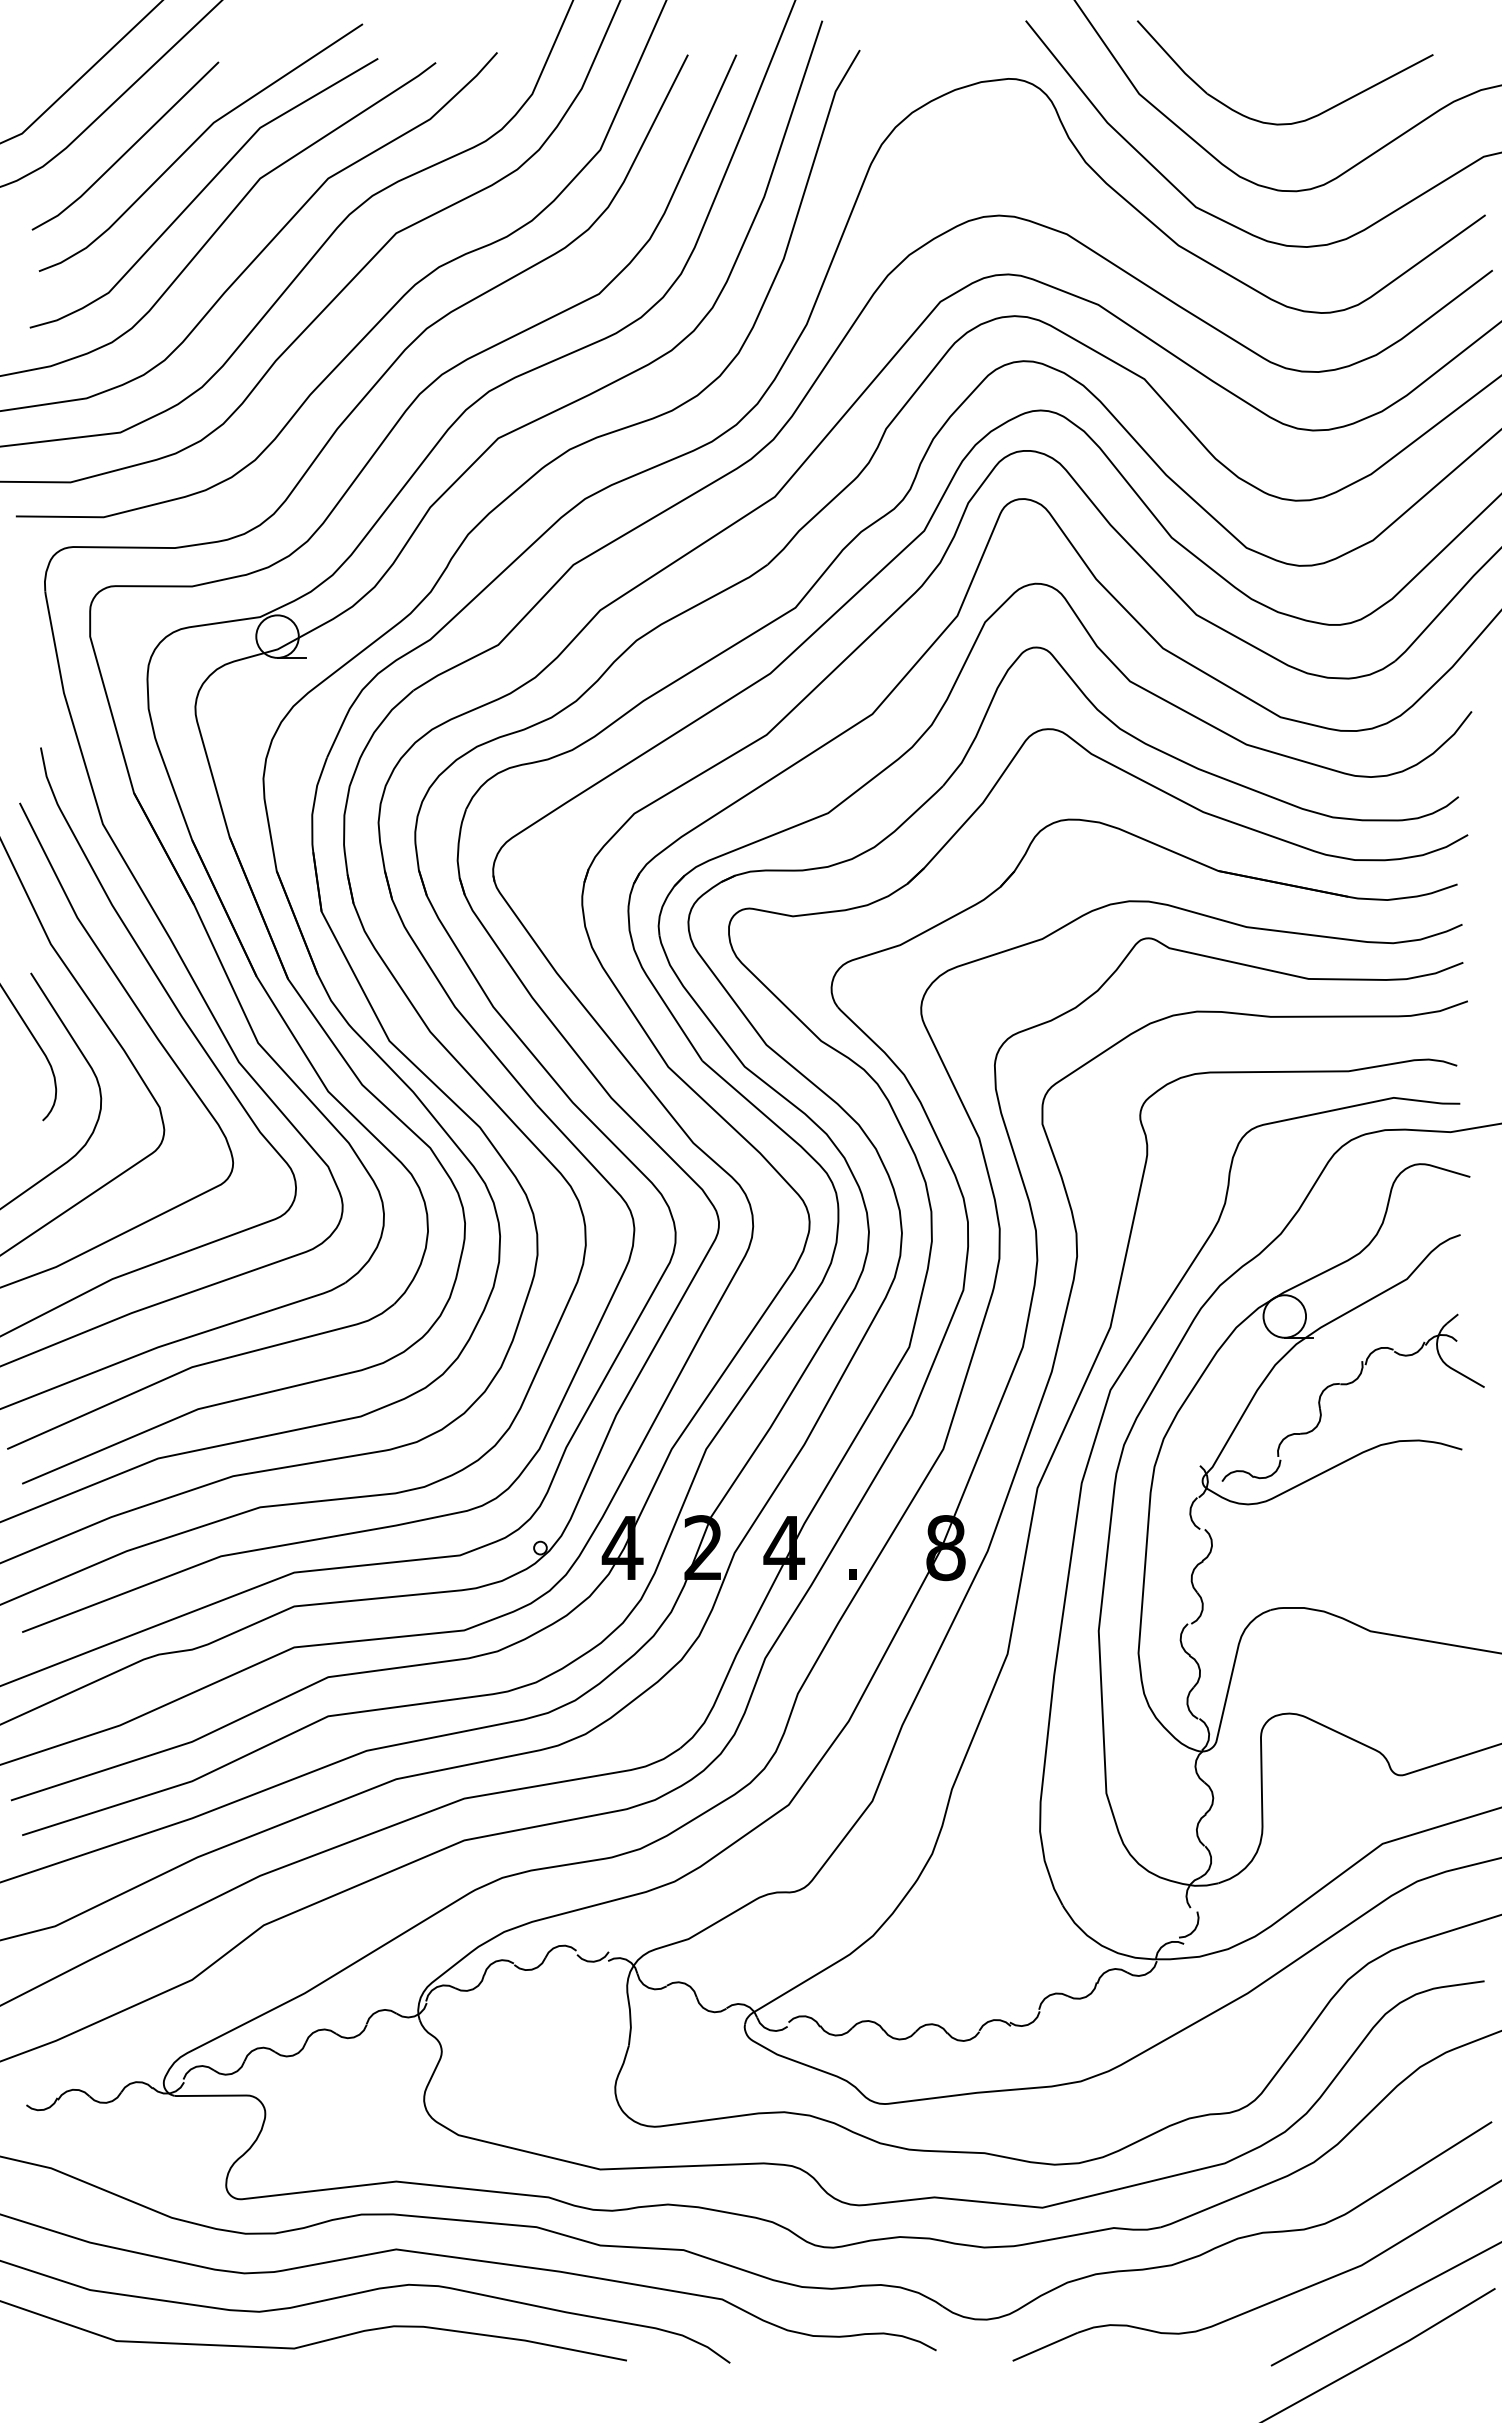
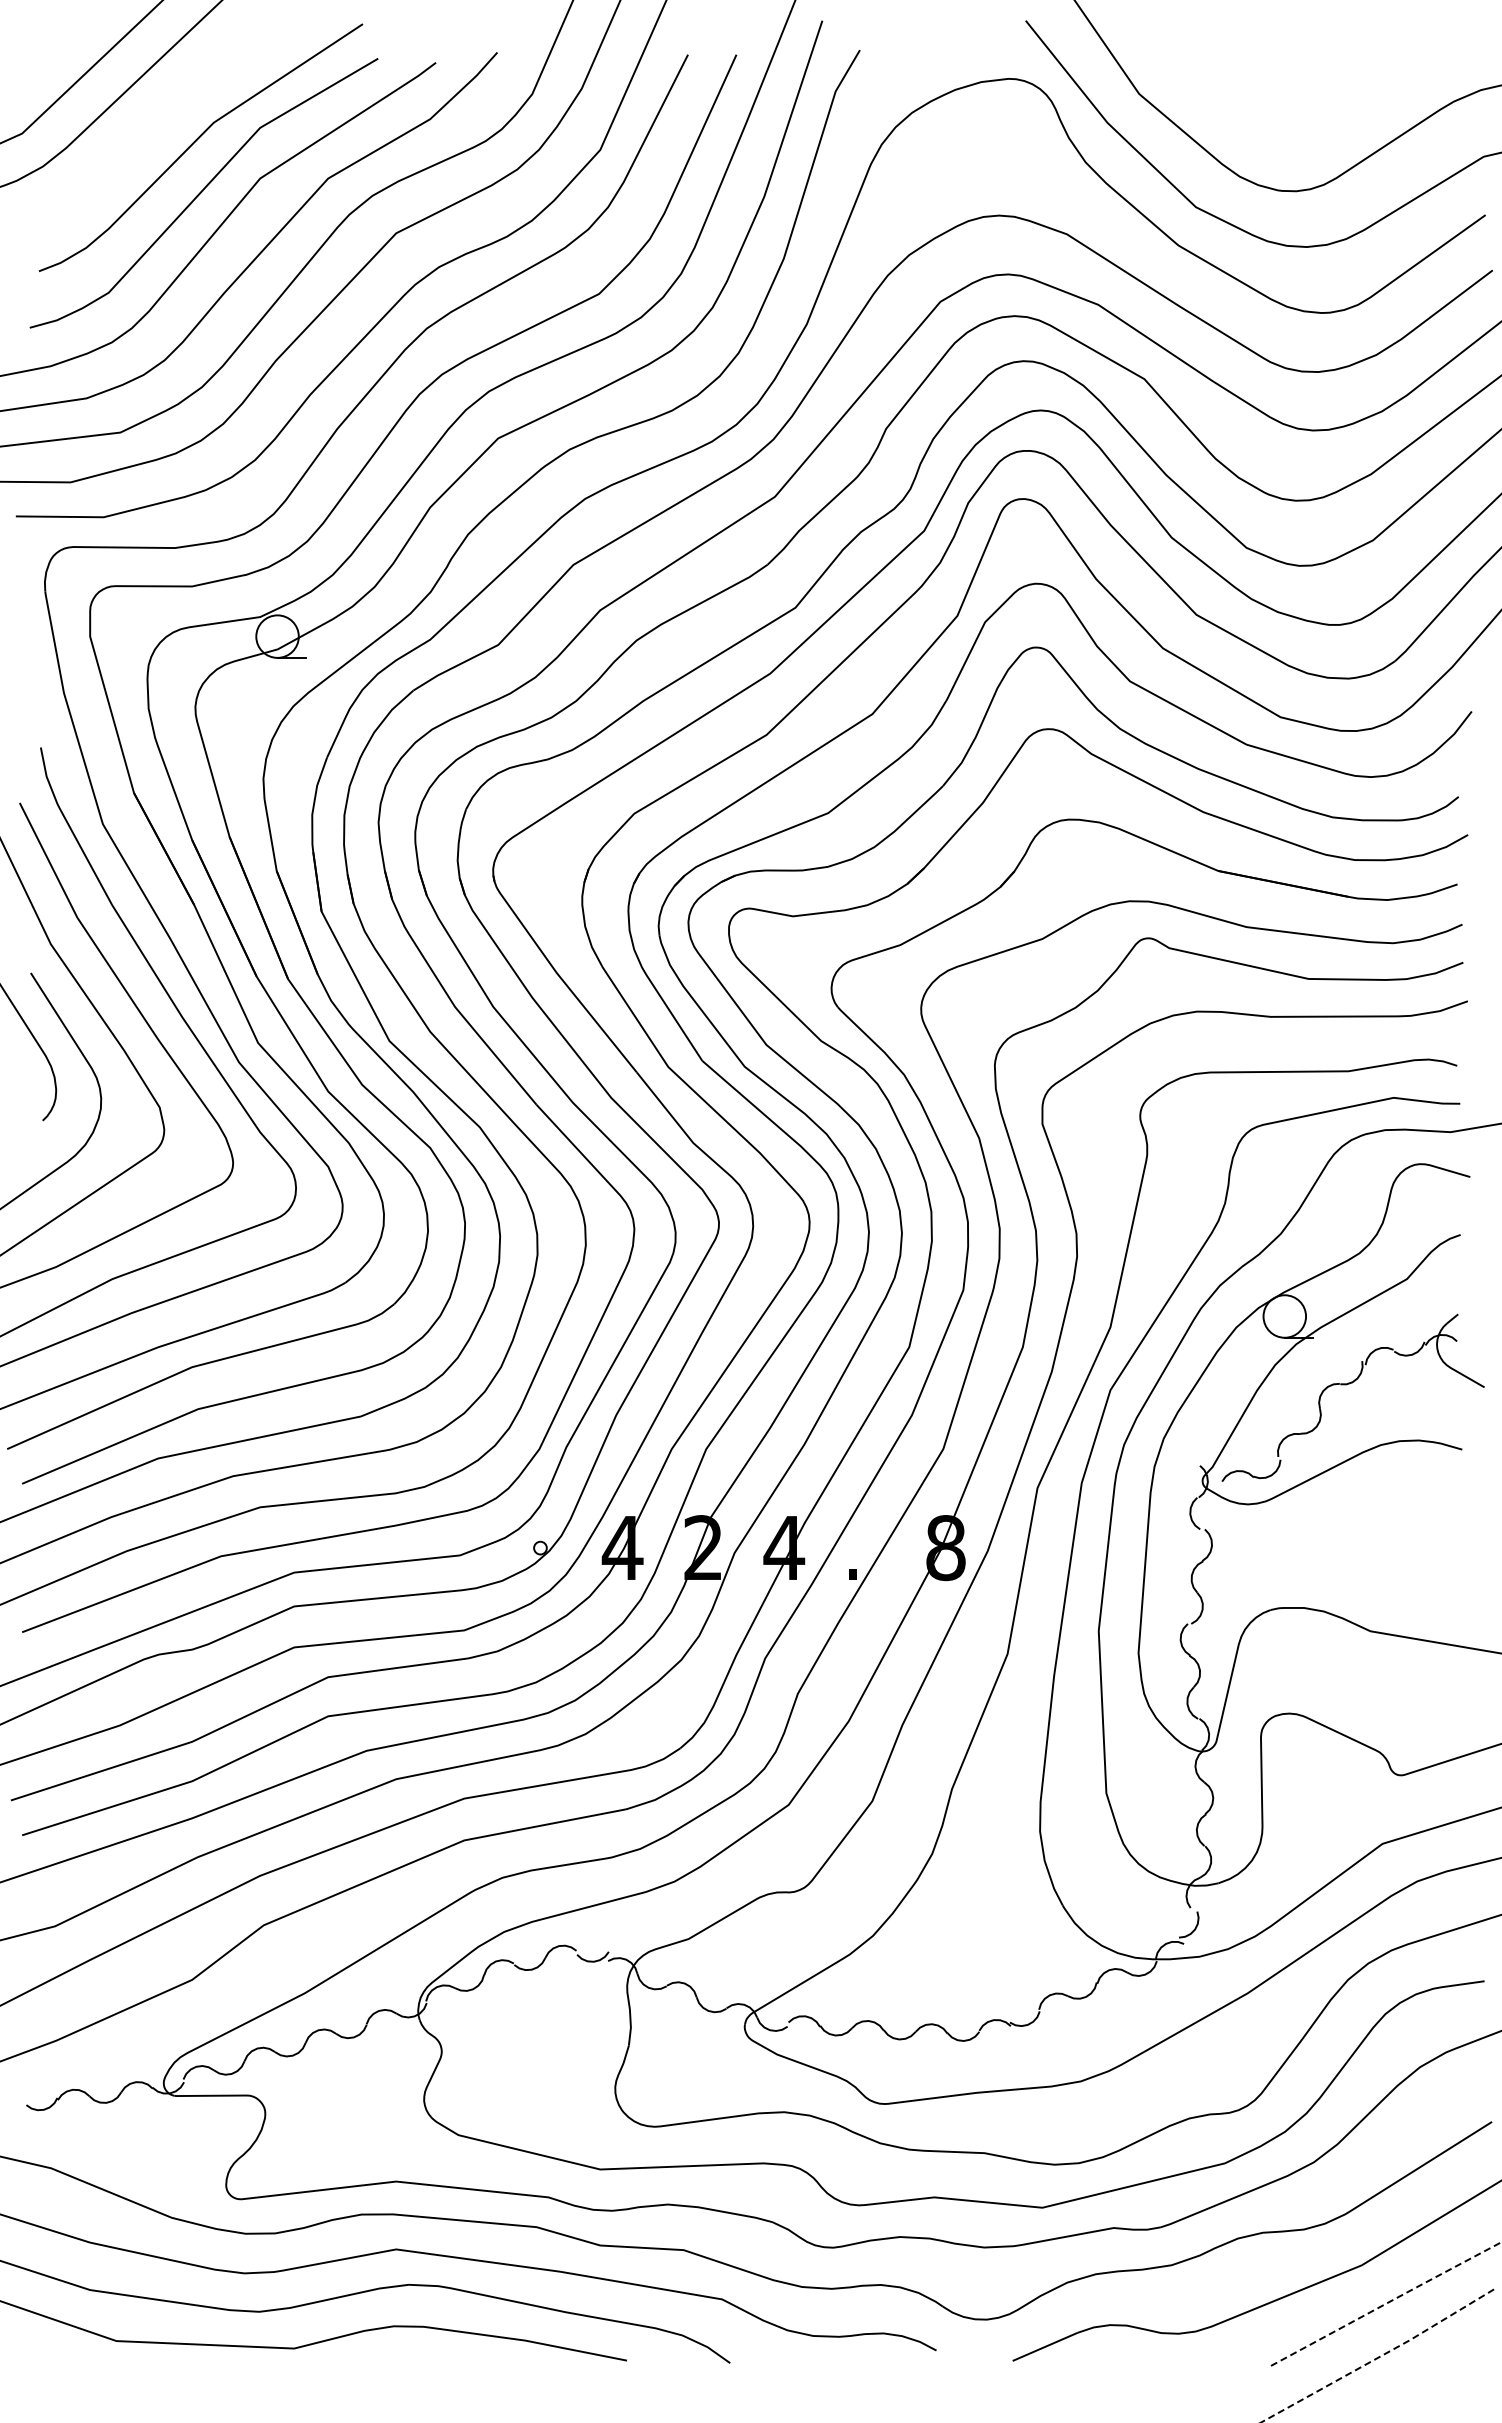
part at (1296, 121): present -> none
line at (128, 148): present -> none
line at (1386, 2303): solid -> dashed
line at (1379, 2356): solid -> dashed
